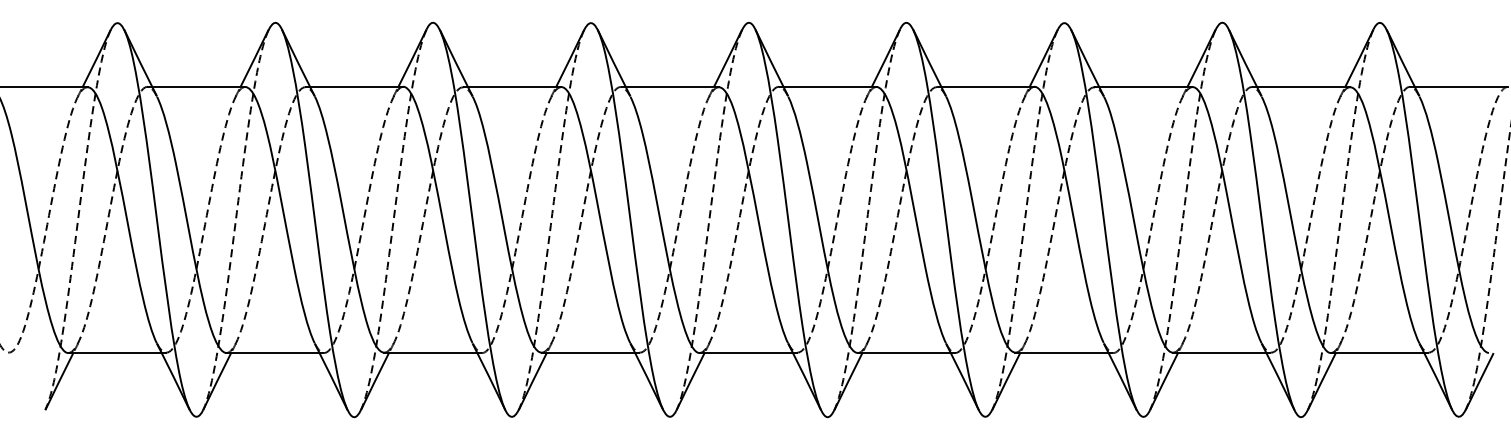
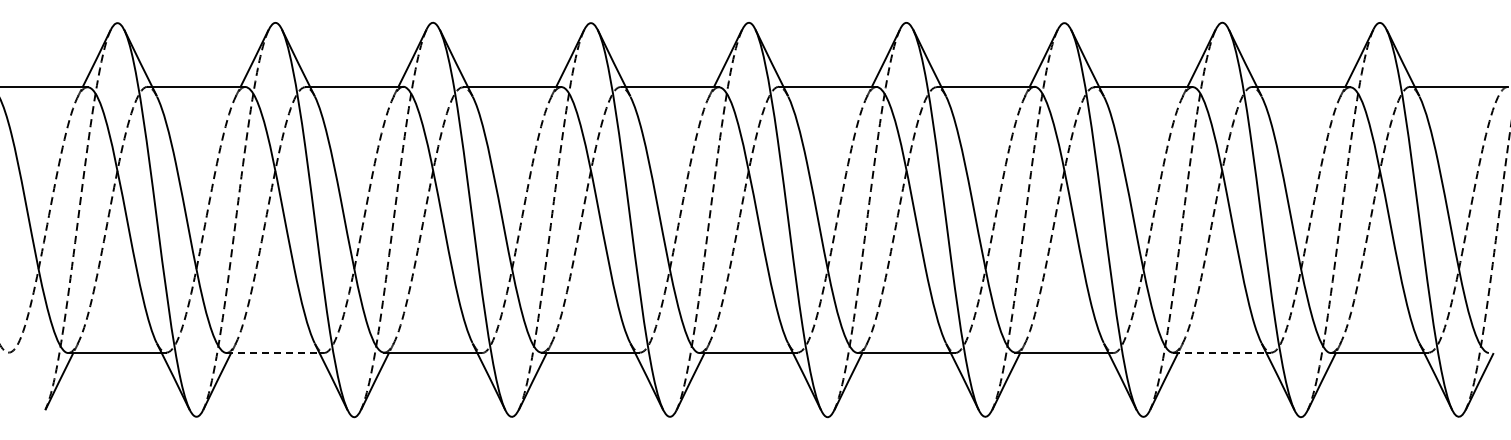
line at (272, 353): solid -> dashed
line at (1219, 353): solid -> dashed
